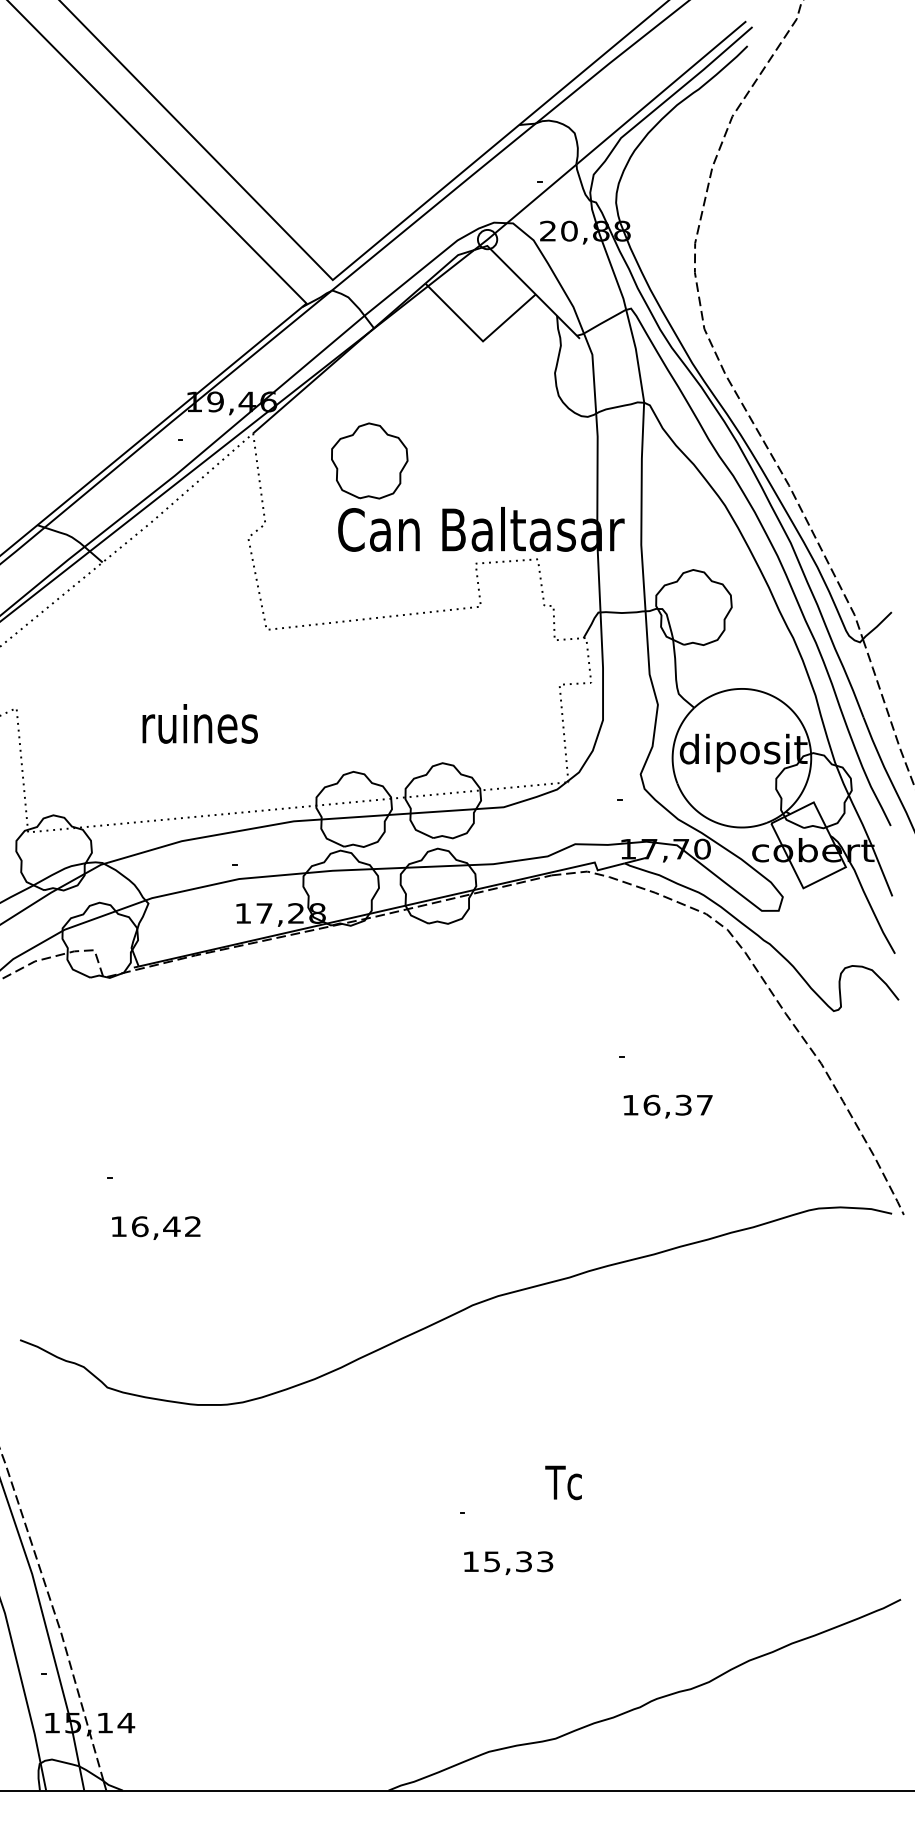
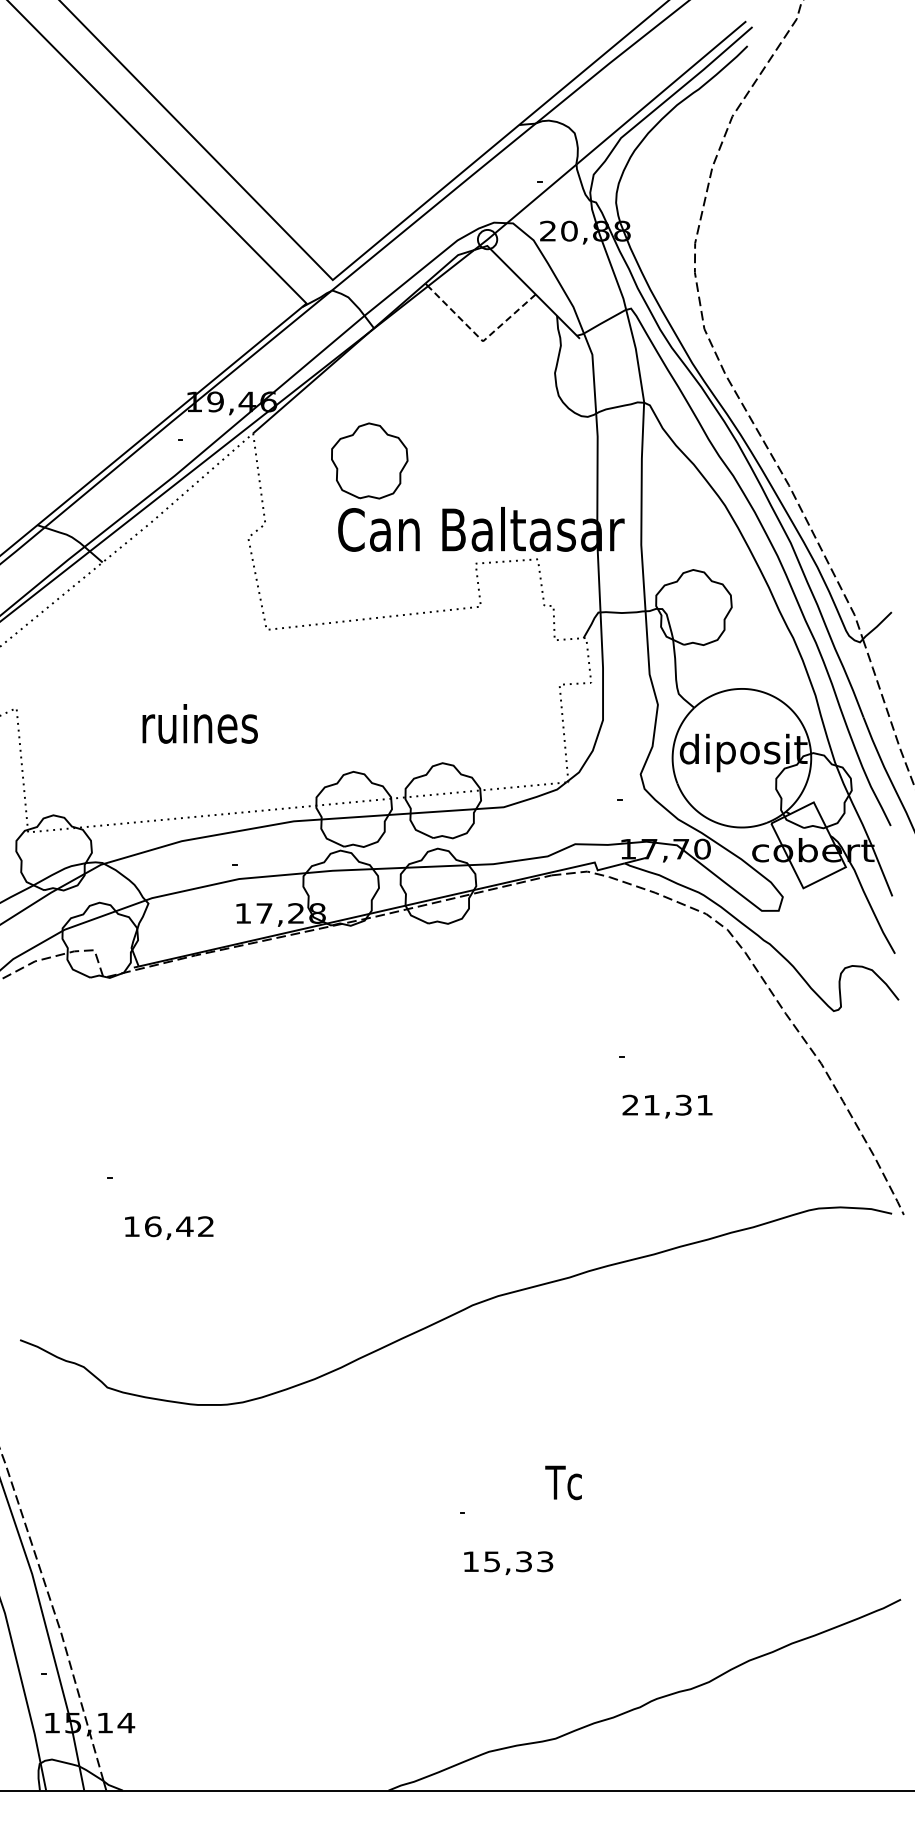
line at (480, 339): solid -> dashed
text at (667, 1104): 16,37 -> 21,31
text at (156, 1227) position: (156, 1227) -> (169, 1227)
